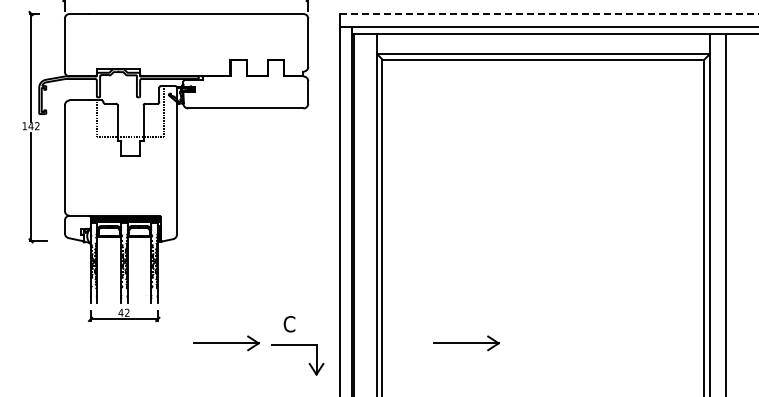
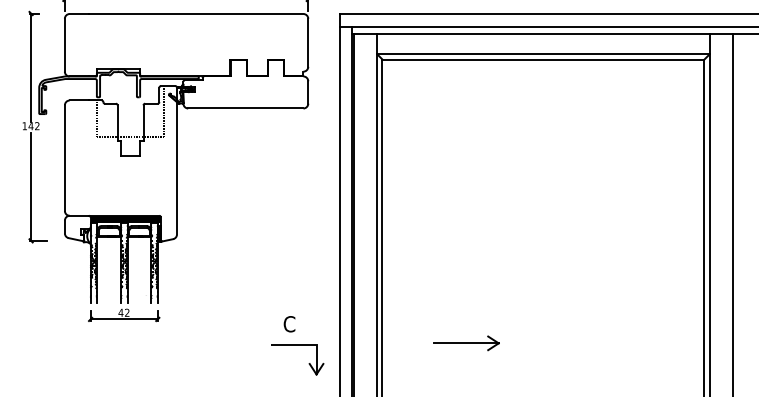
line at (549, 14): dashed -> solid
line at (725, 213) position: (725, 213) -> (732, 213)
part at (226, 343): present -> none
